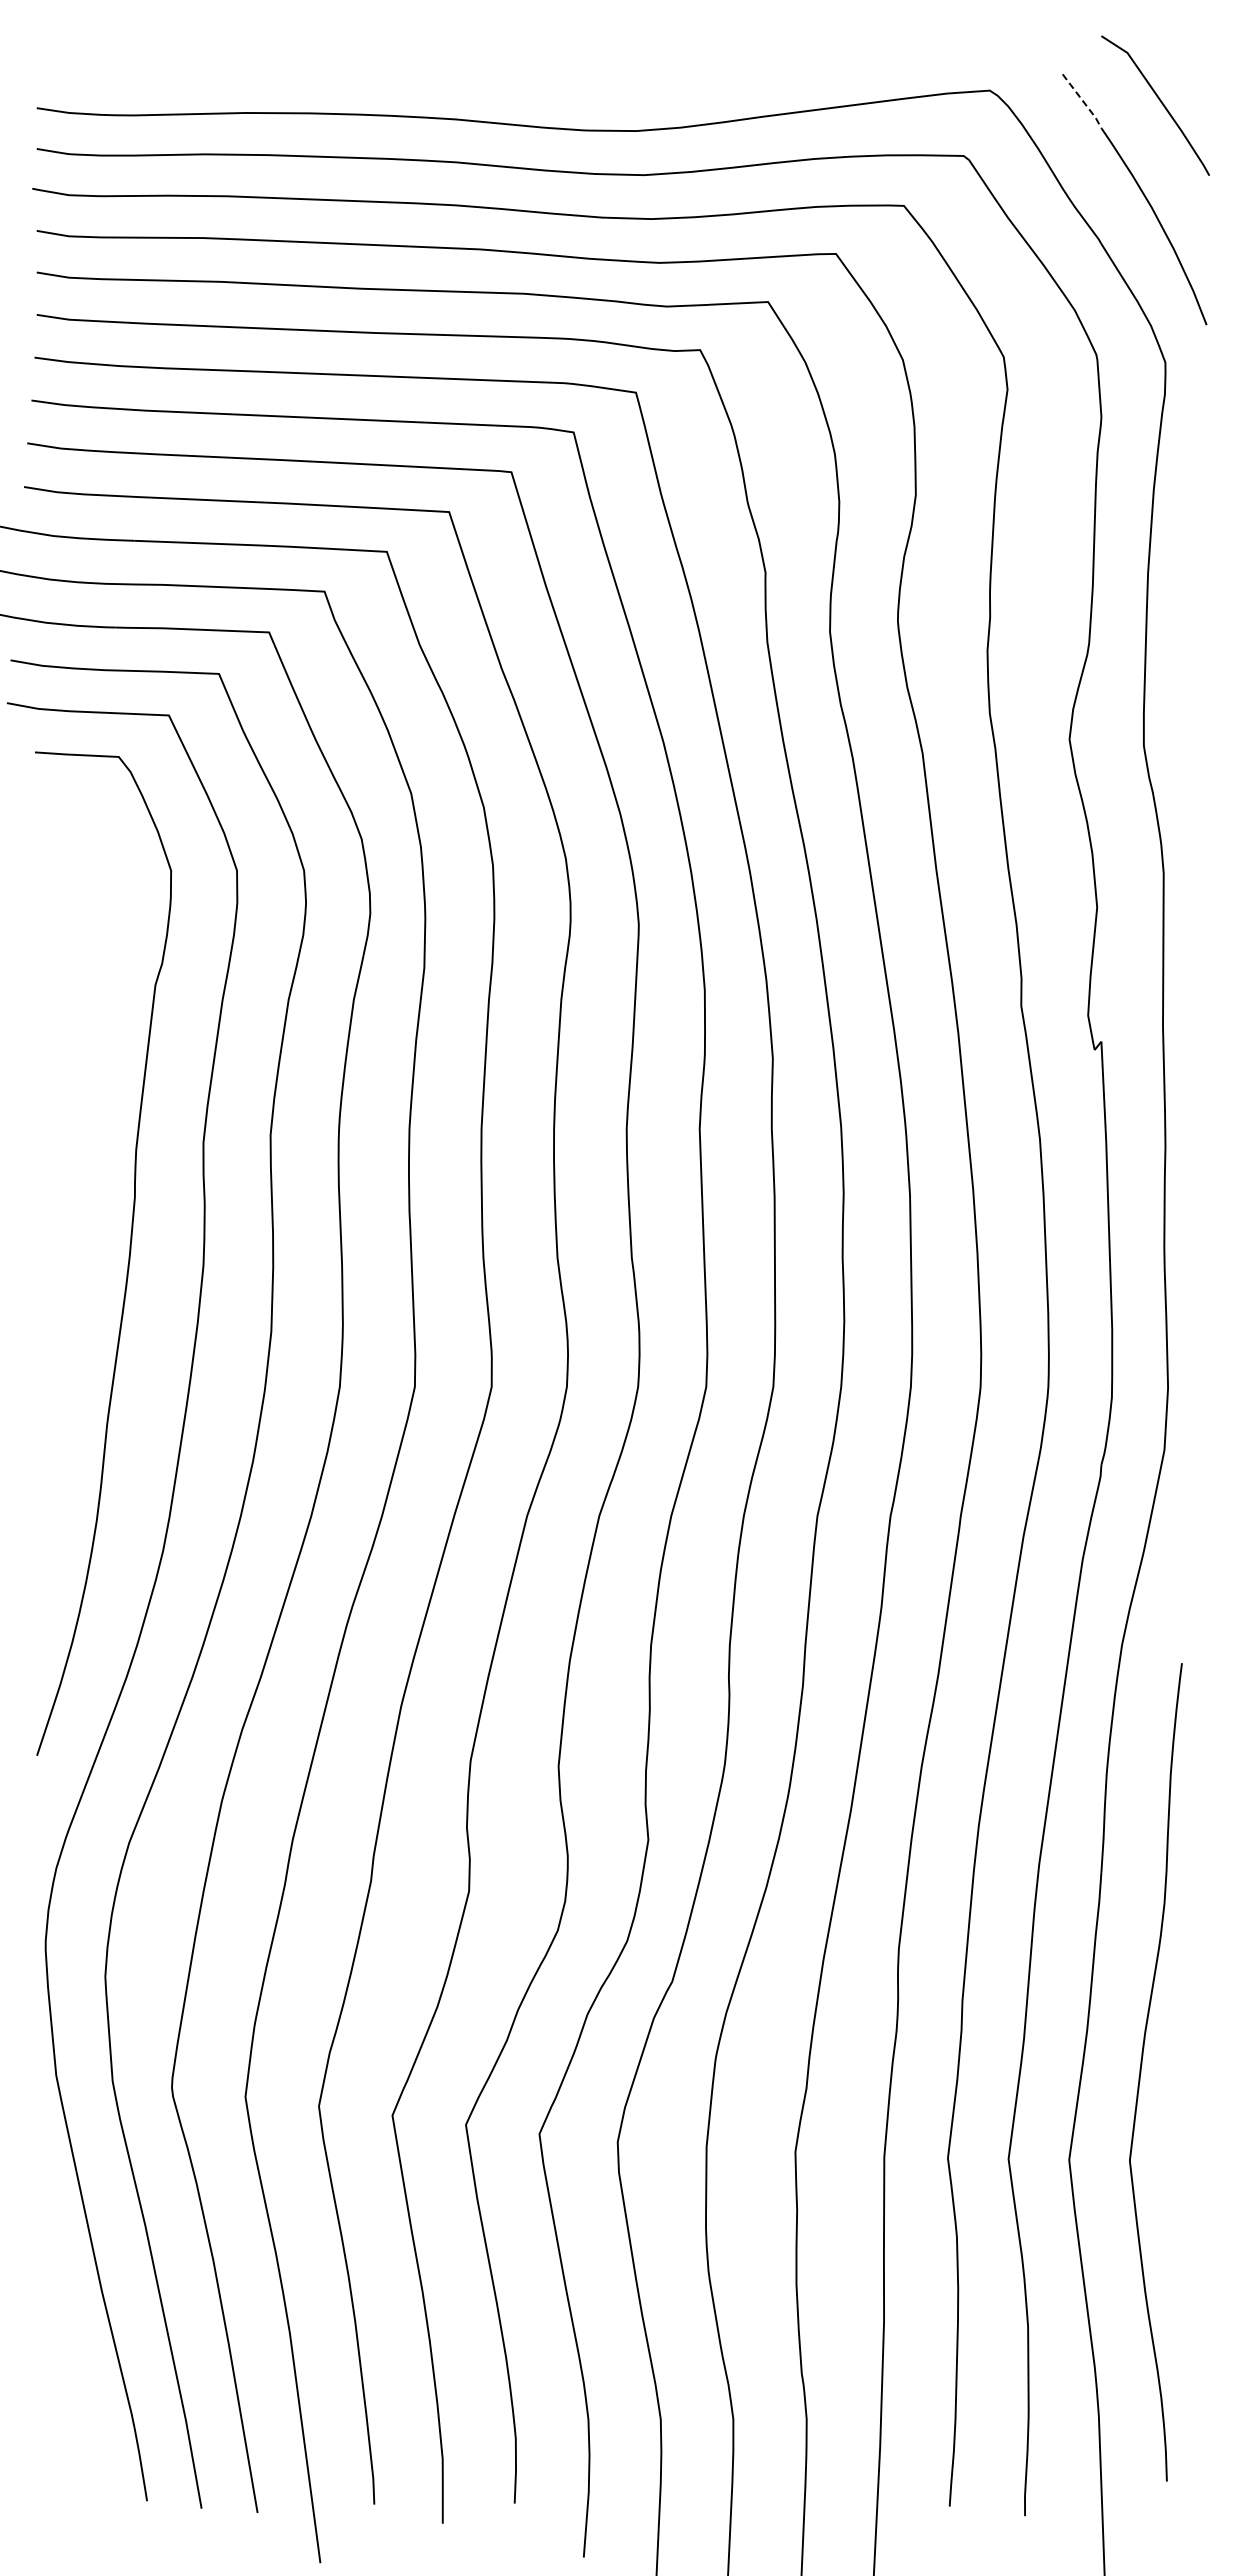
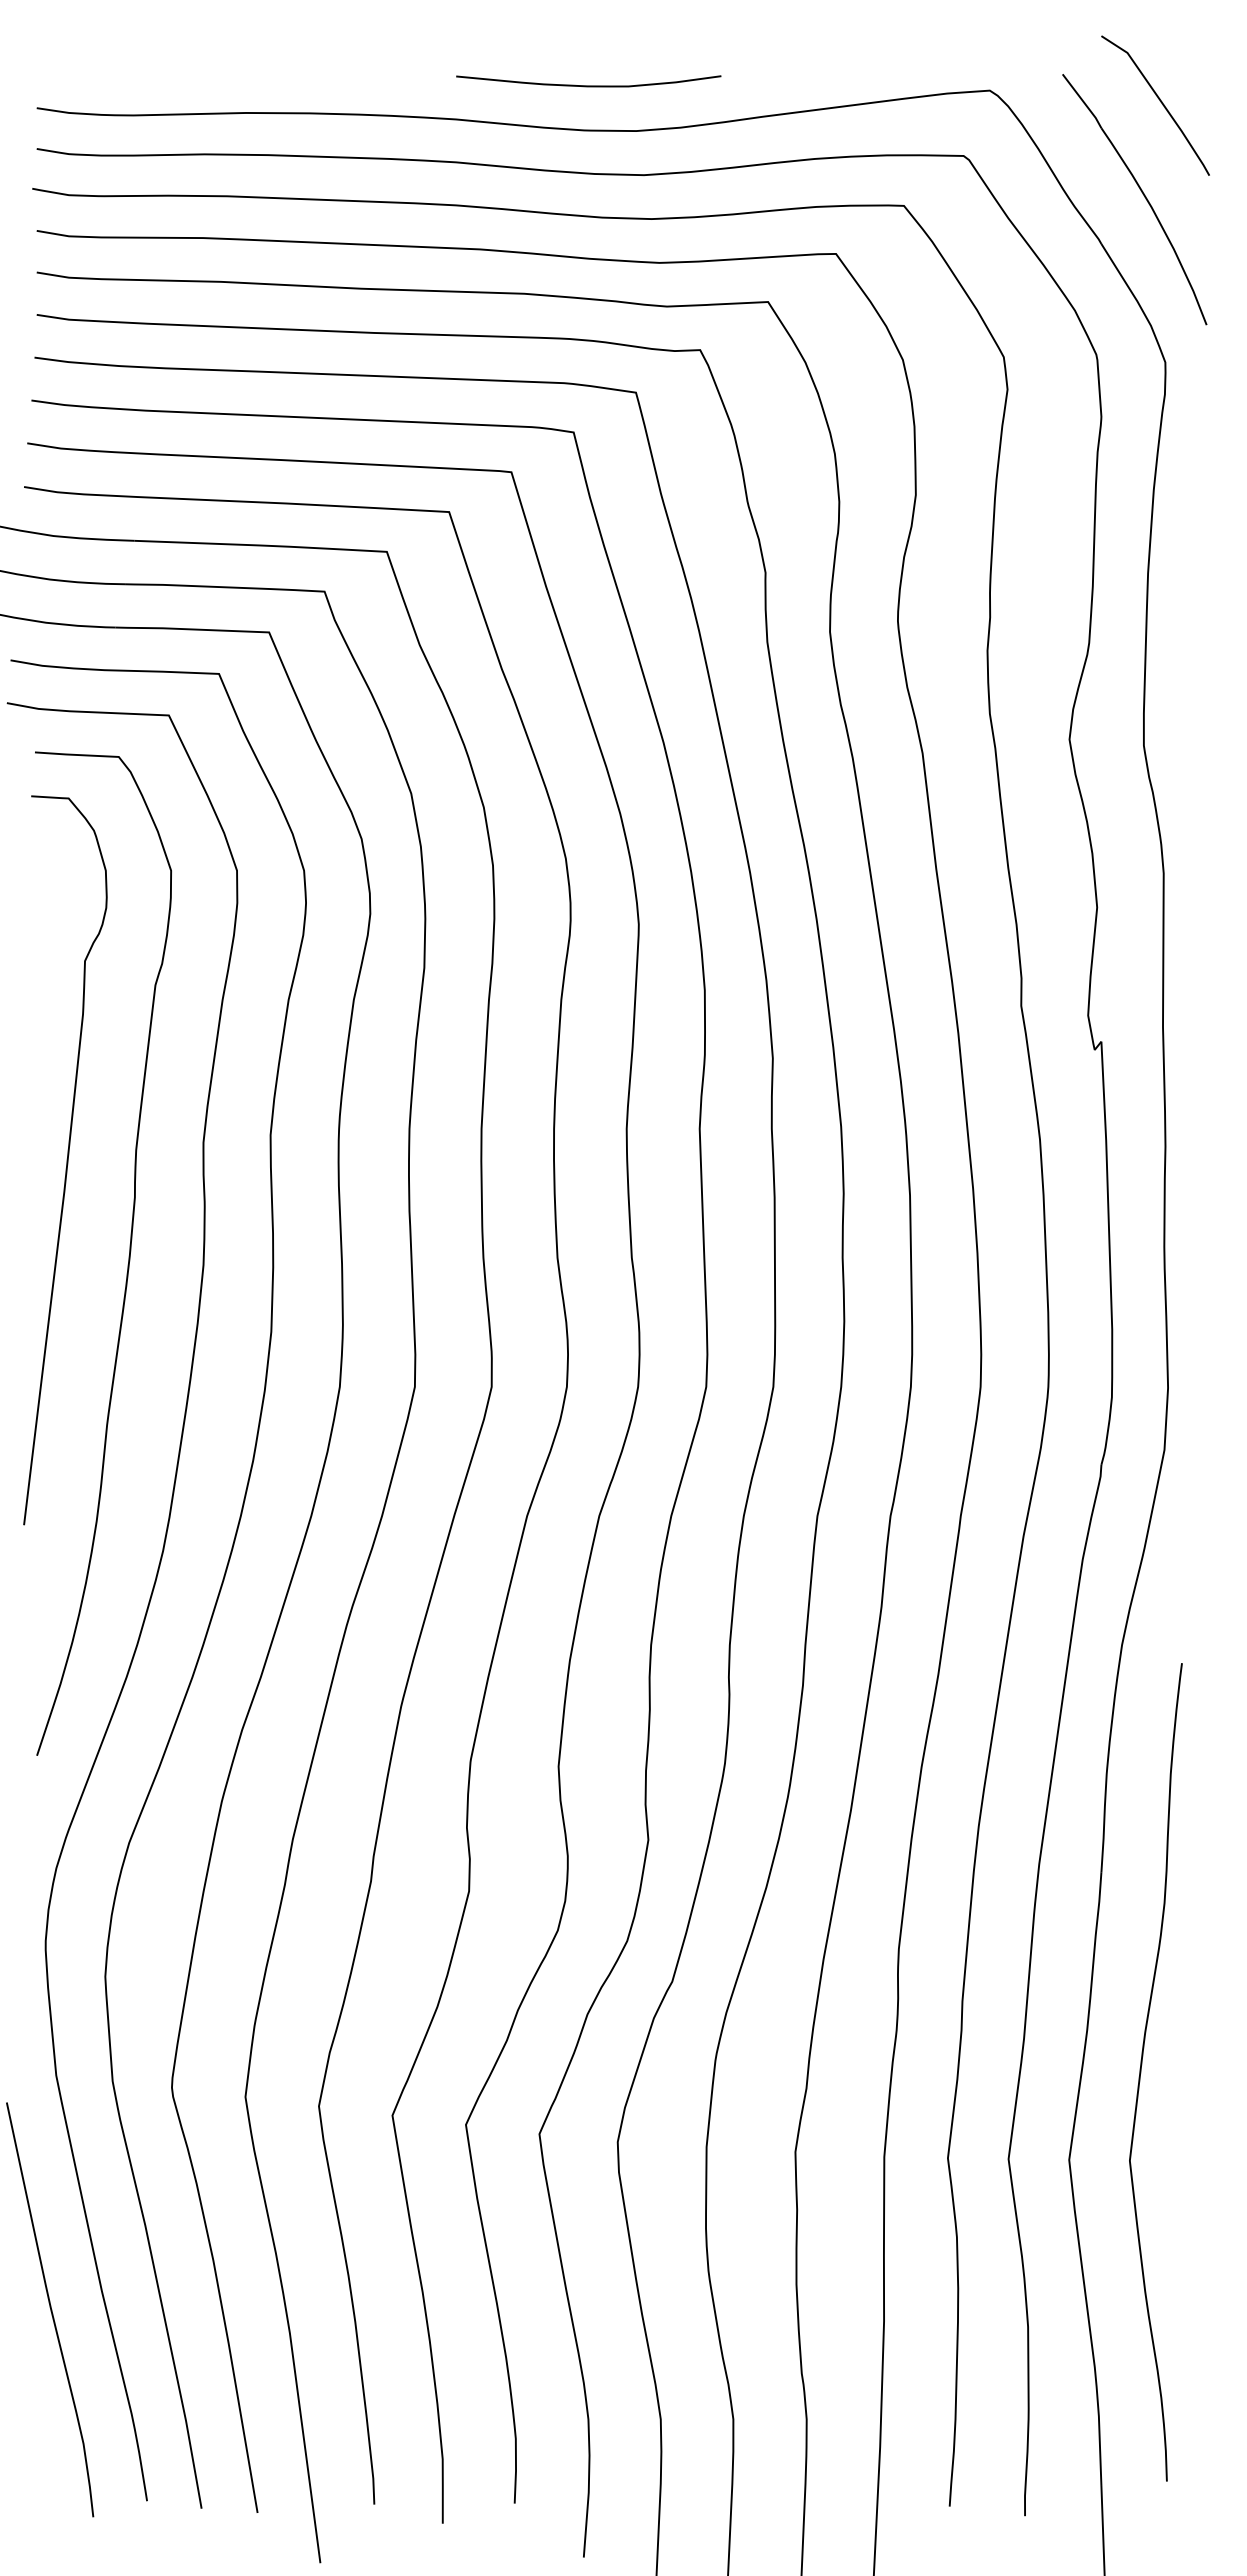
curve at (588, 85): none -> present
line at (1083, 101): dashed -> solid
curve at (66, 1160): none -> present
curve at (50, 2309): none -> present
